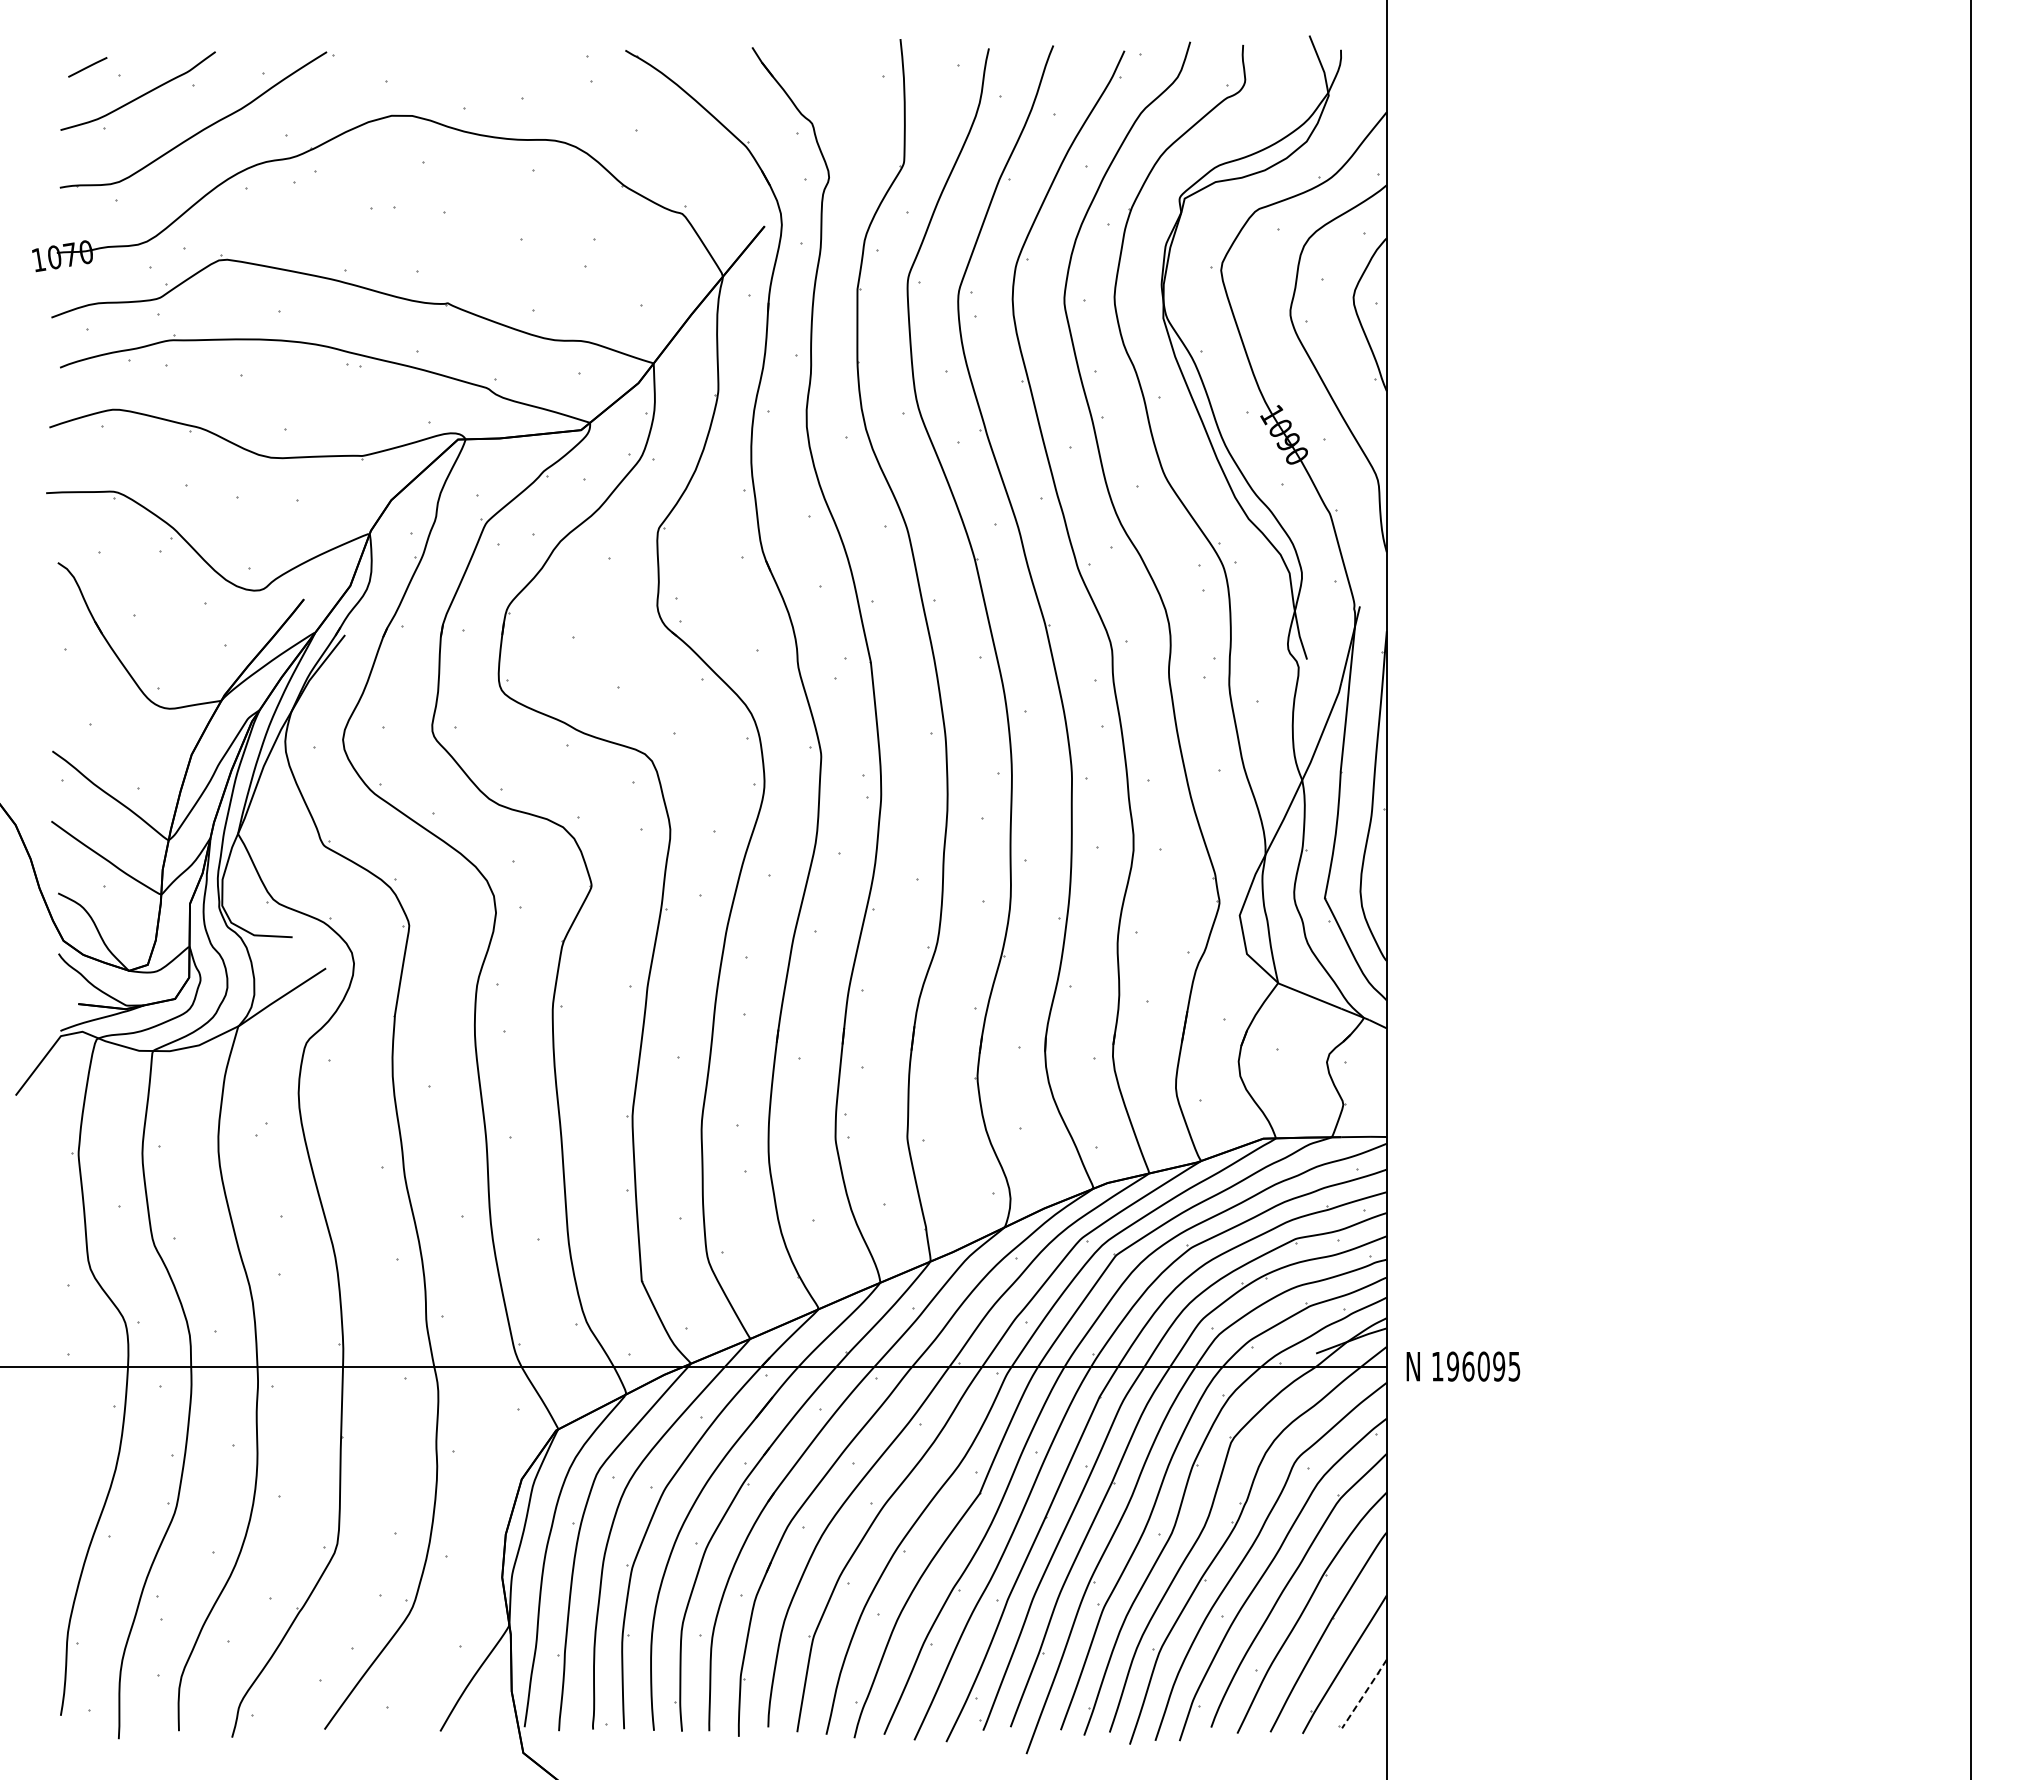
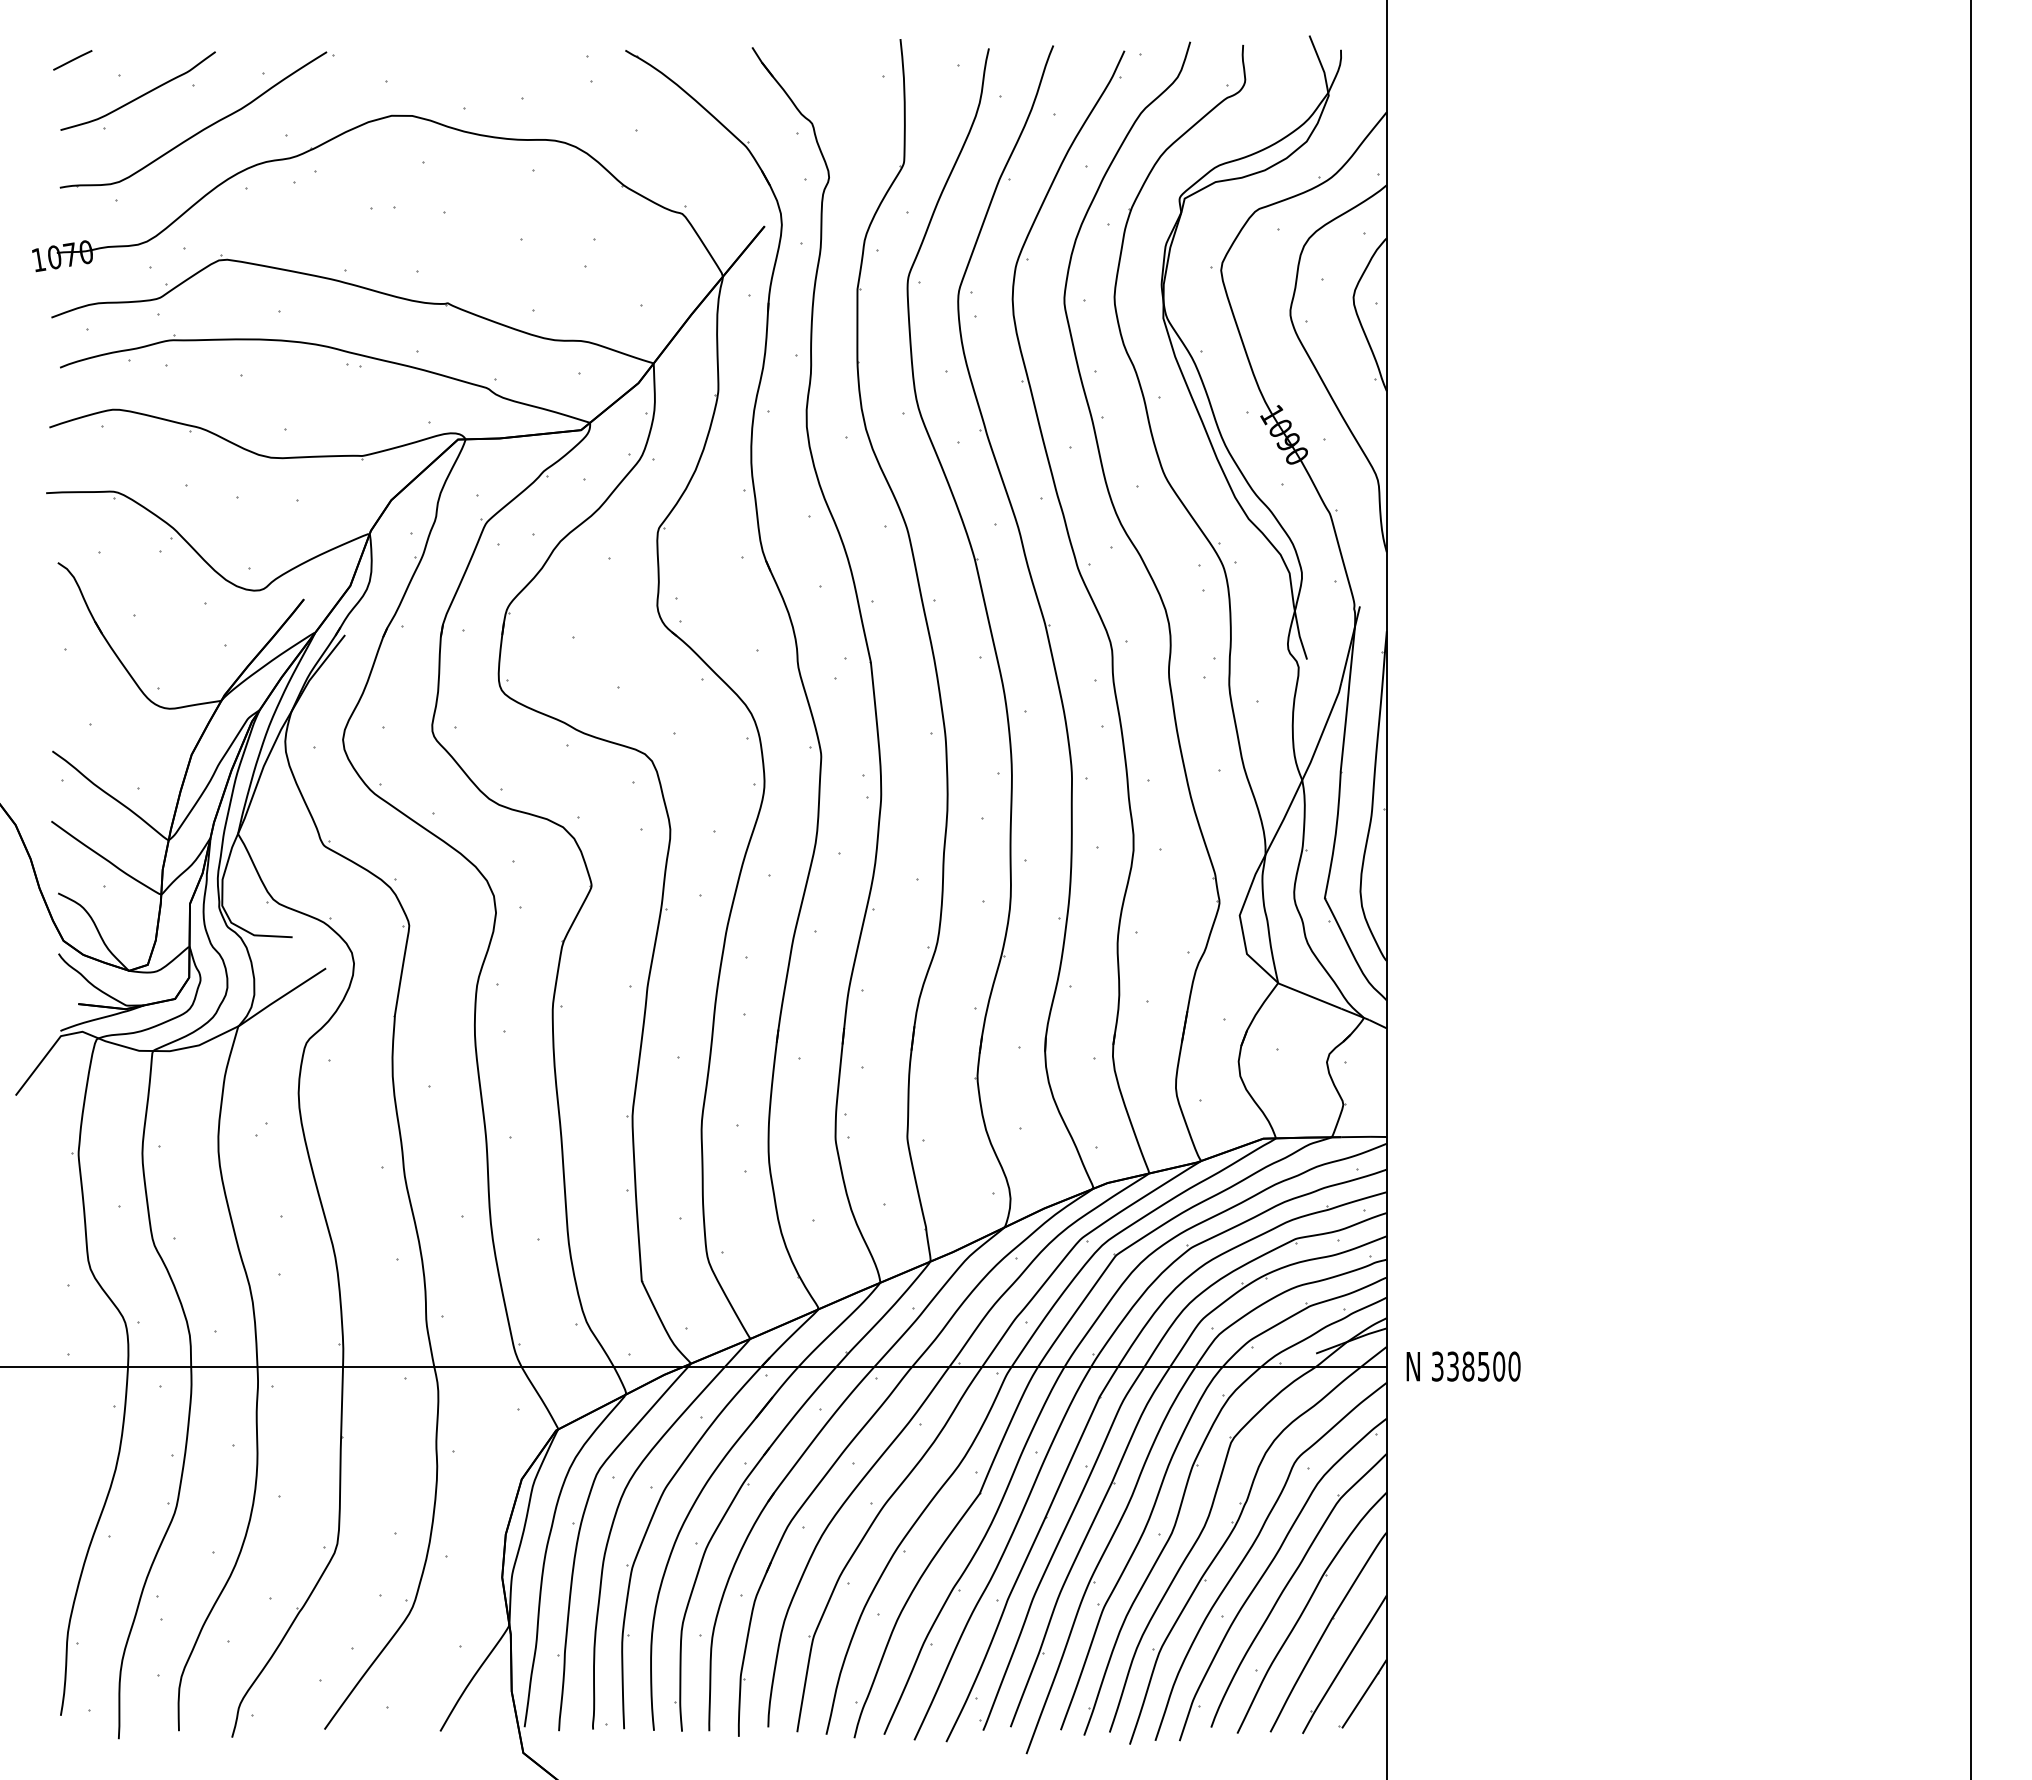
line at (87, 67) position: (87, 67) -> (72, 60)
text at (1476, 1366): 196095 -> 338500
line at (1365, 1692): dashed -> solid
